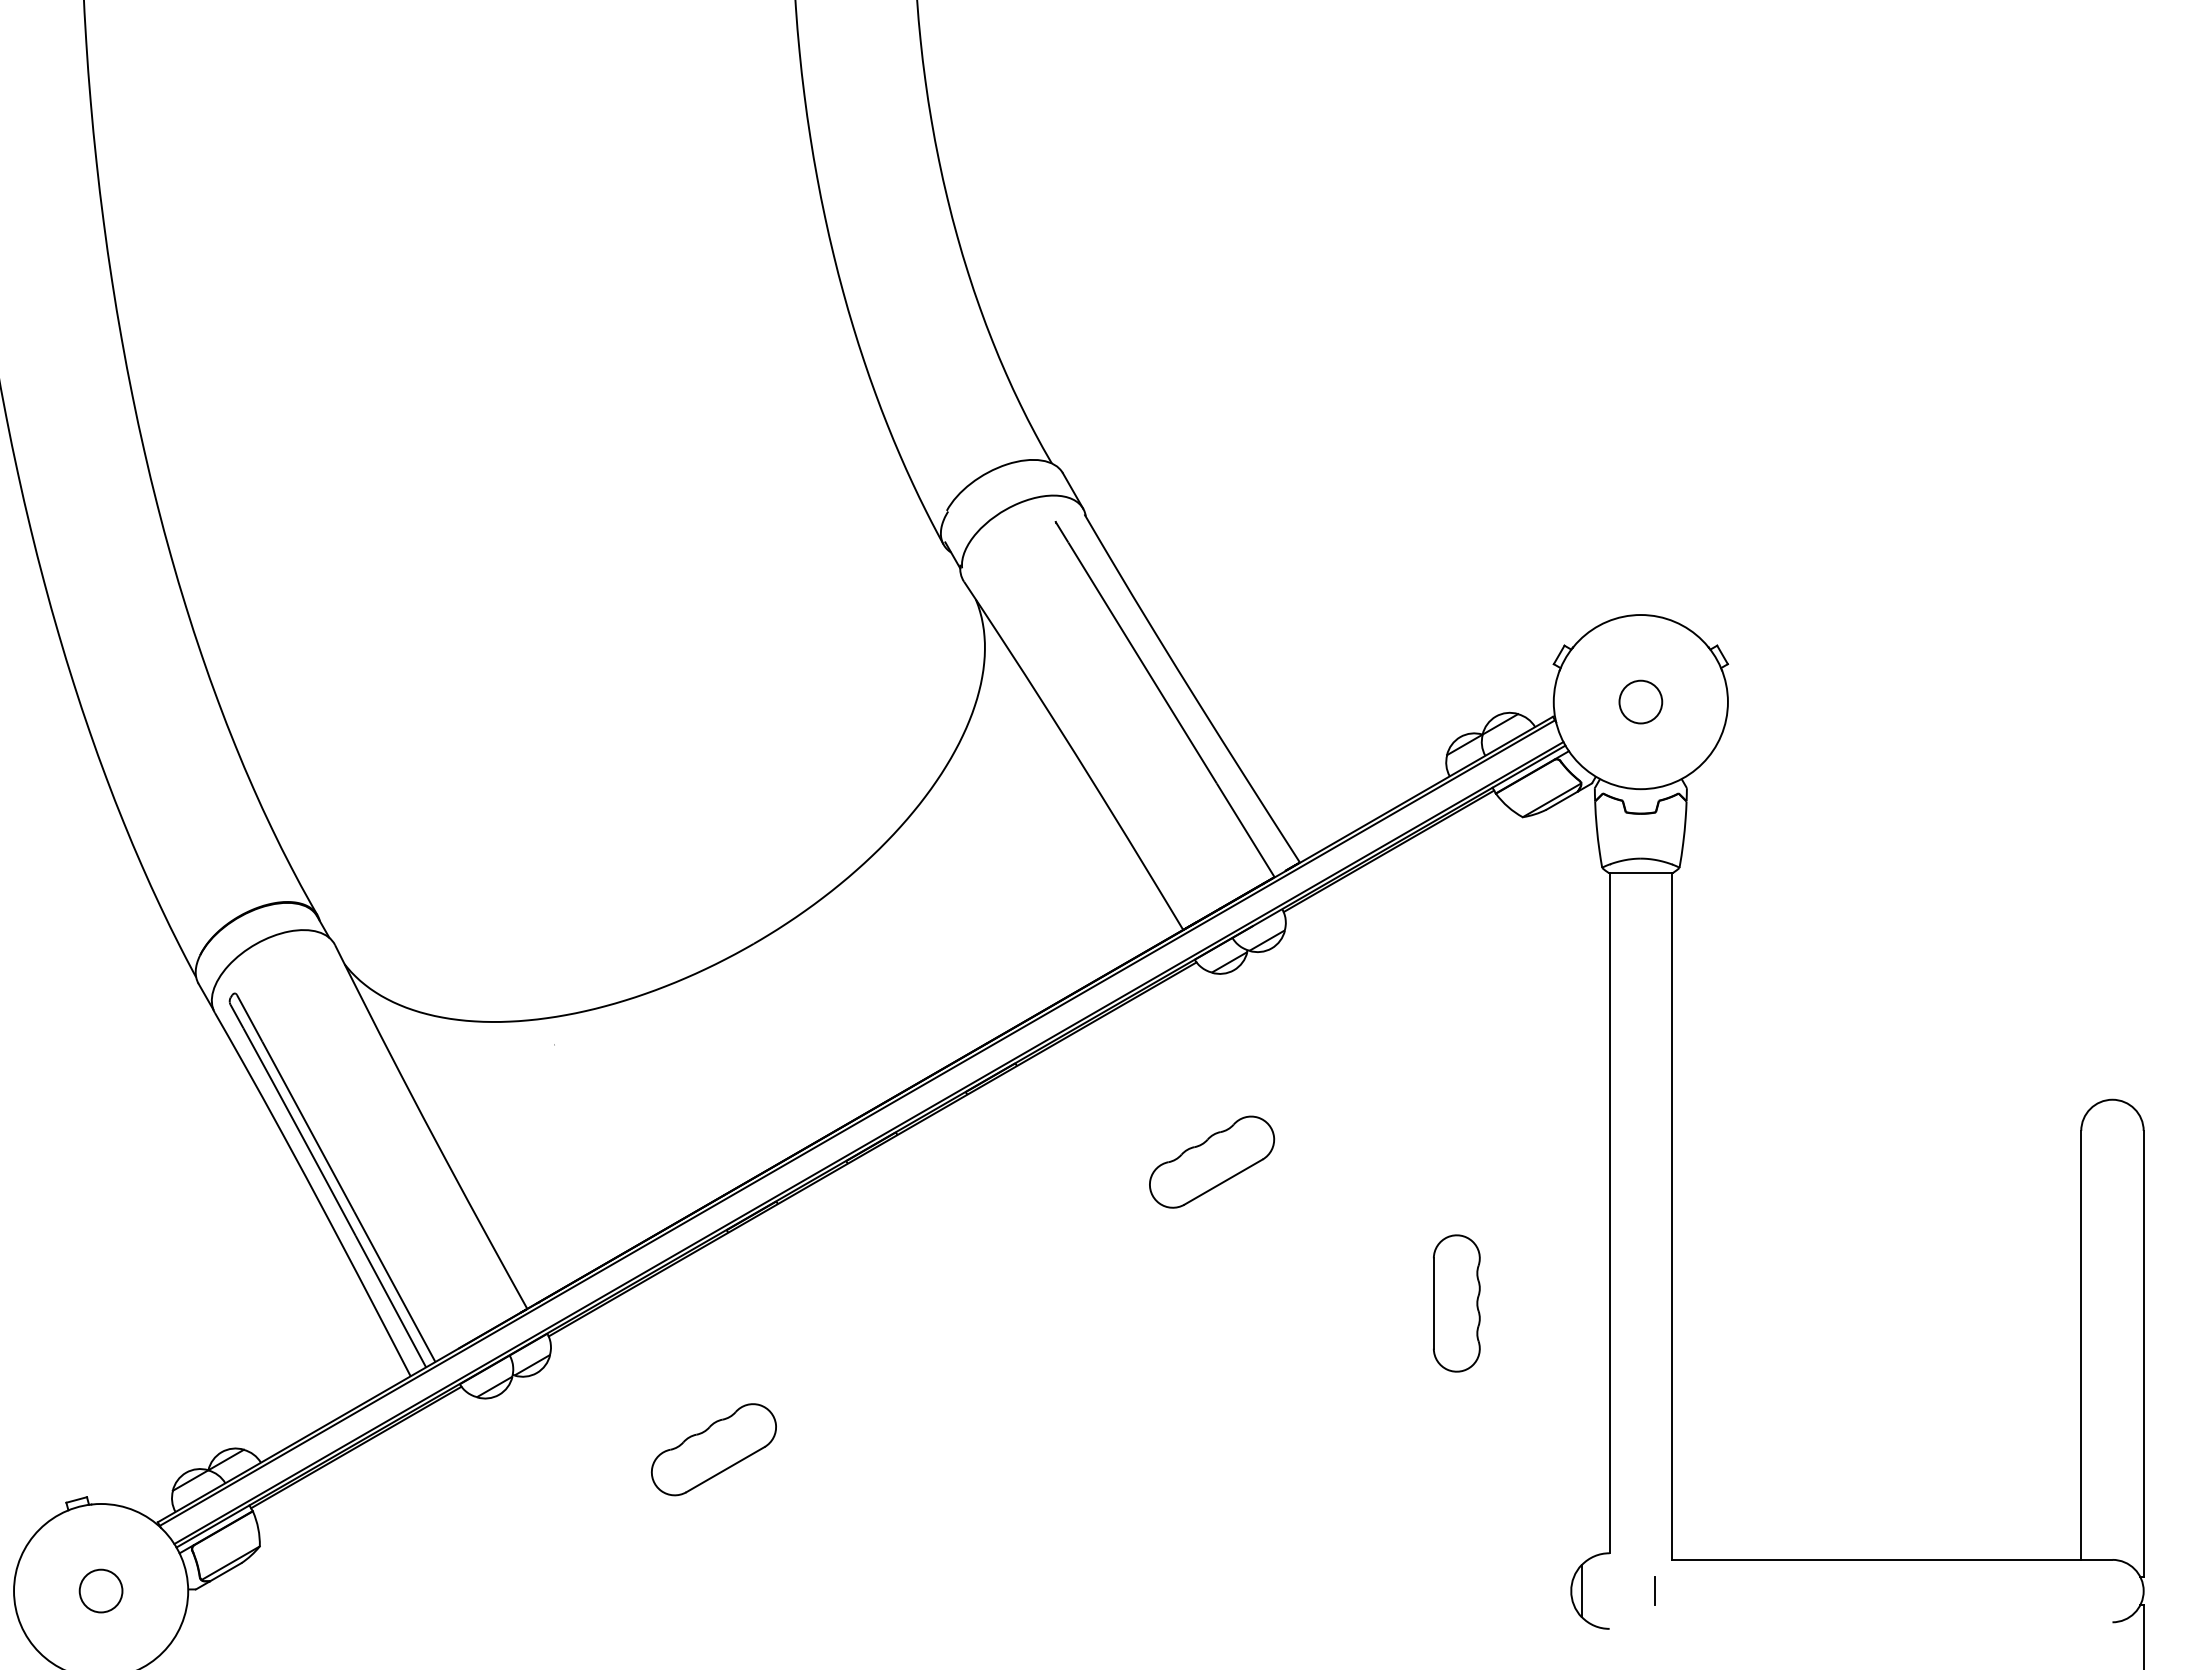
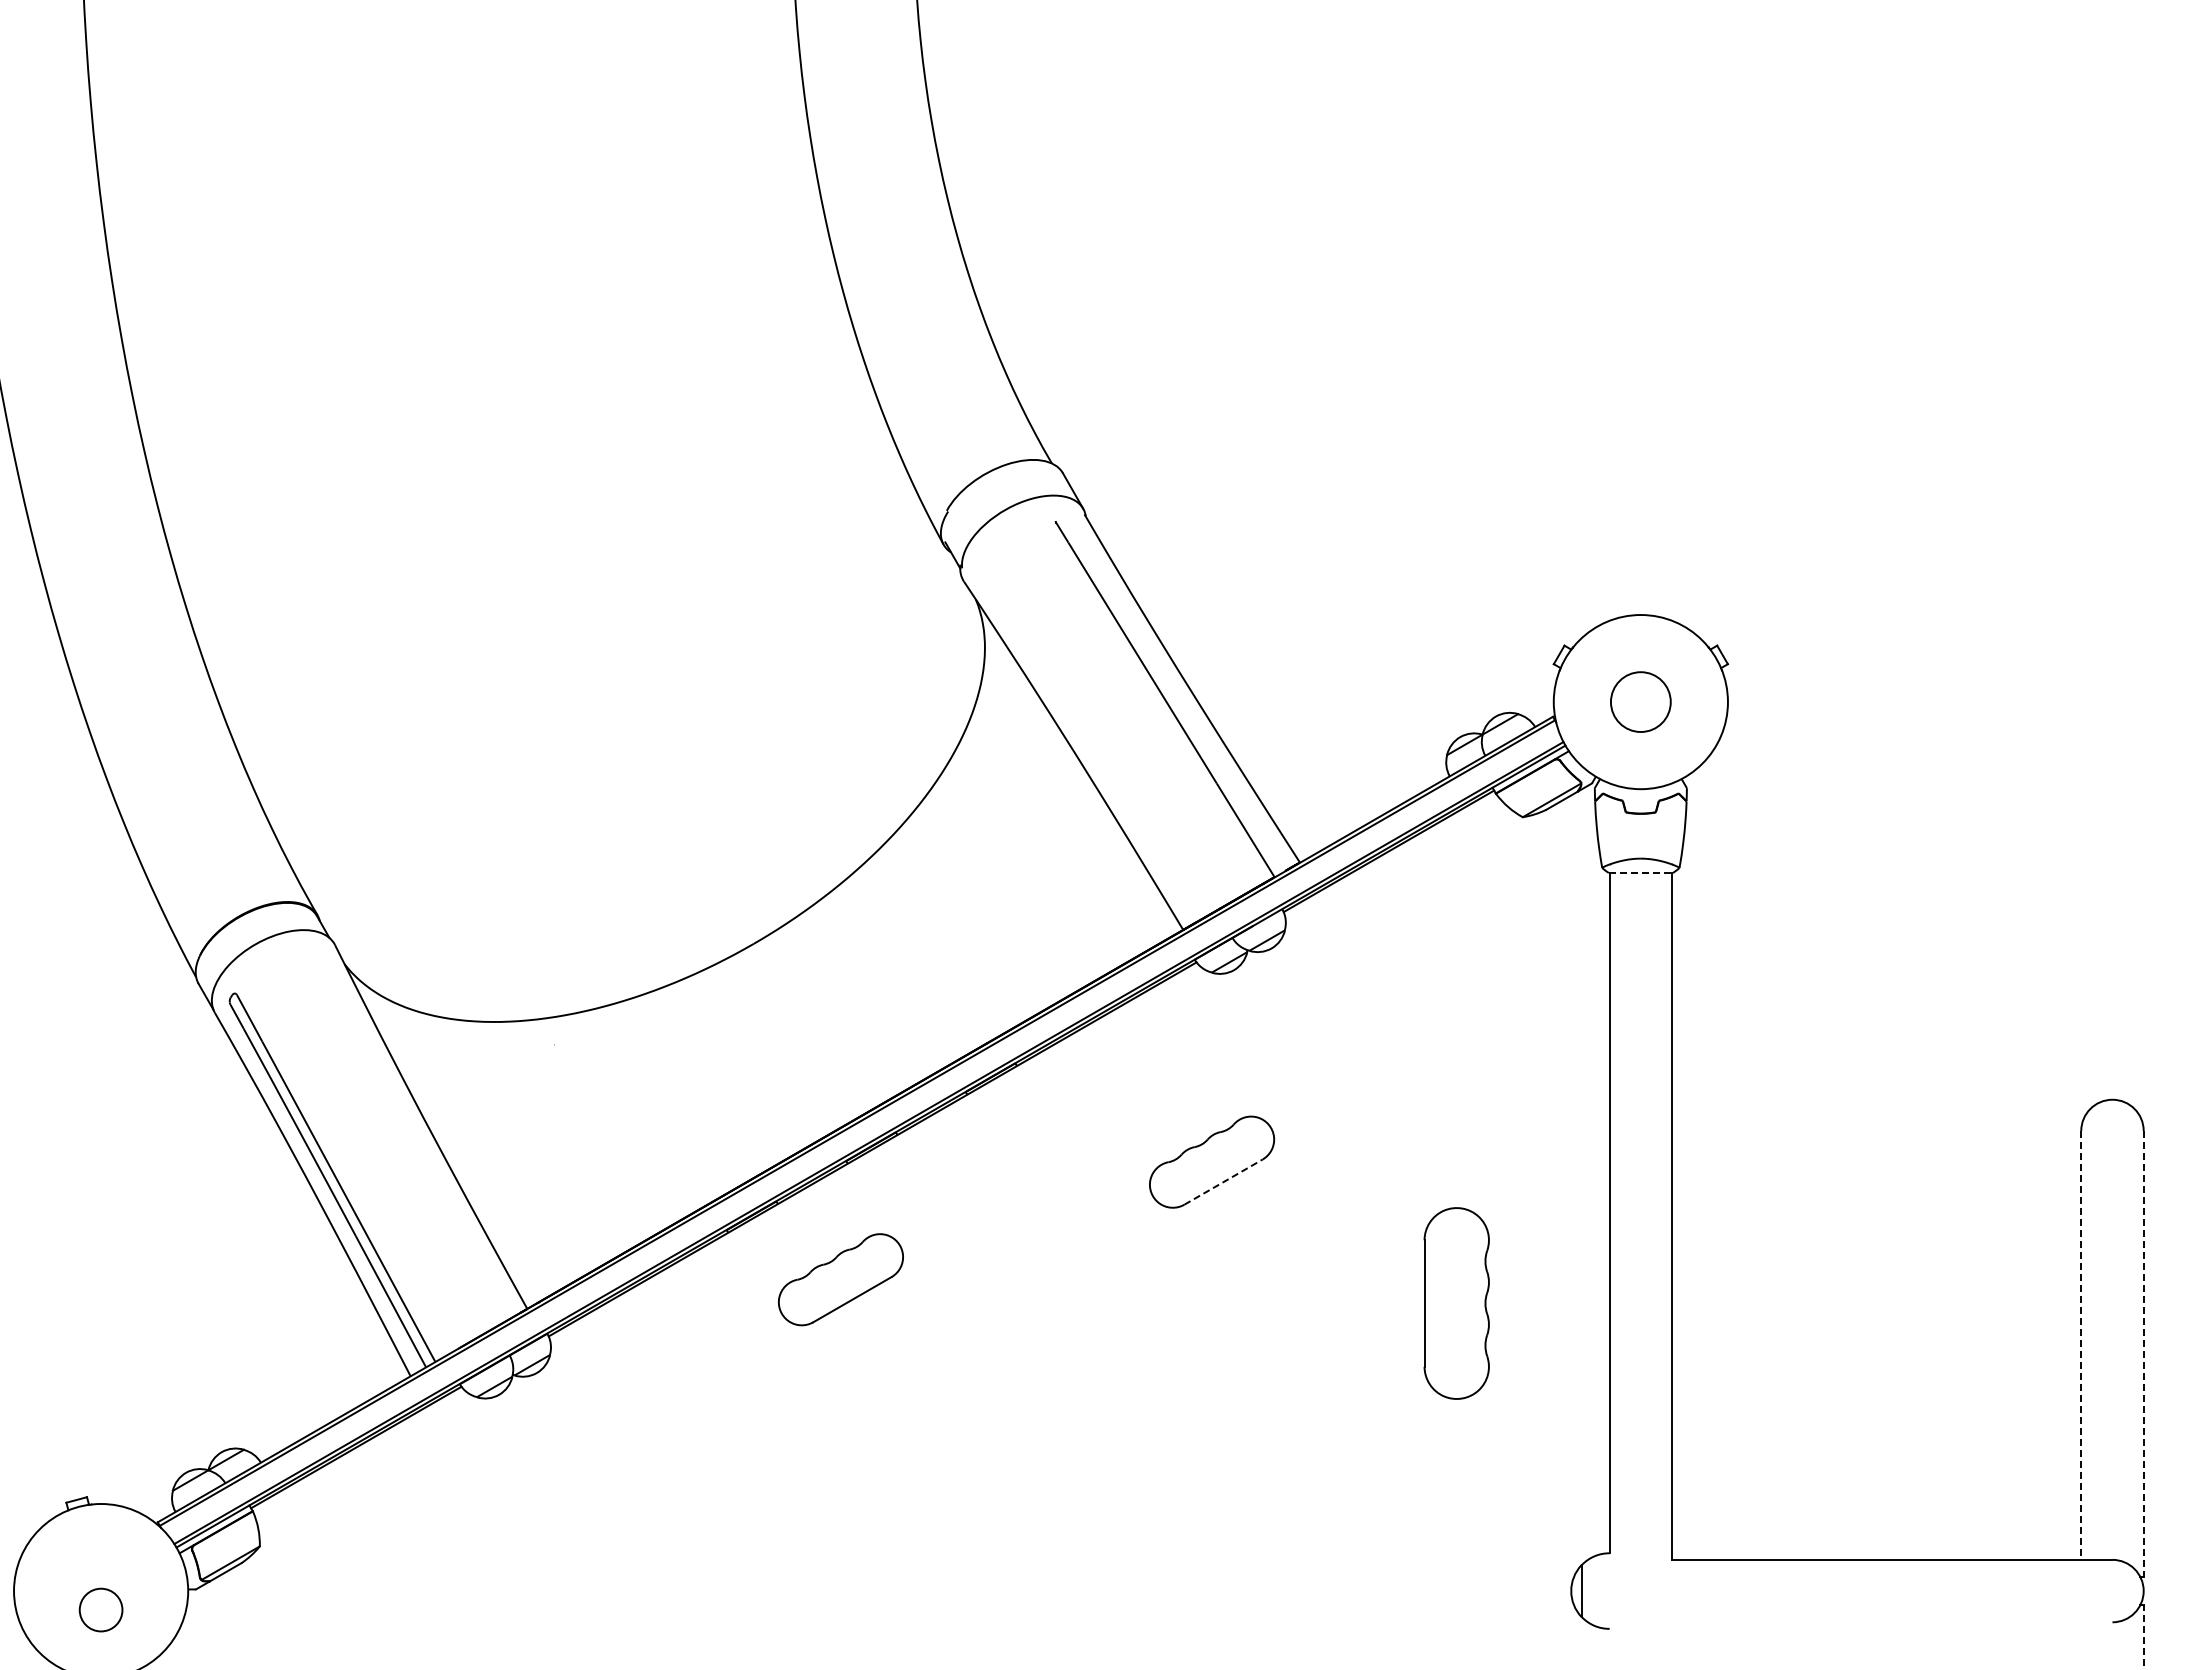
circle at (1640, 701) diameter: 43 px -> 60 px
line at (1641, 873): solid -> dashed
line at (1223, 1181): solid -> dashed
part at (1456, 1303) size: 48x139 px -> 67x193 px
line at (2081, 1345): solid -> dashed
line at (2143, 1354): solid -> dashed
part at (713, 1449) position: (713, 1449) -> (840, 1279)
circle at (100, 1590) position: (100, 1590) -> (100, 1609)
line at (1654, 1591): present -> none
line at (2143, 1636): solid -> dashed
